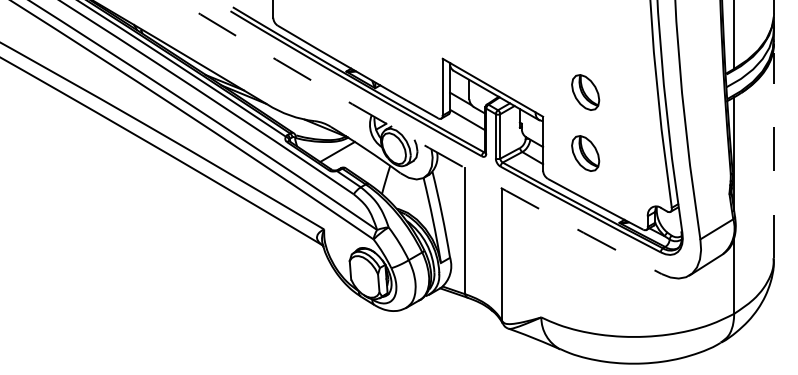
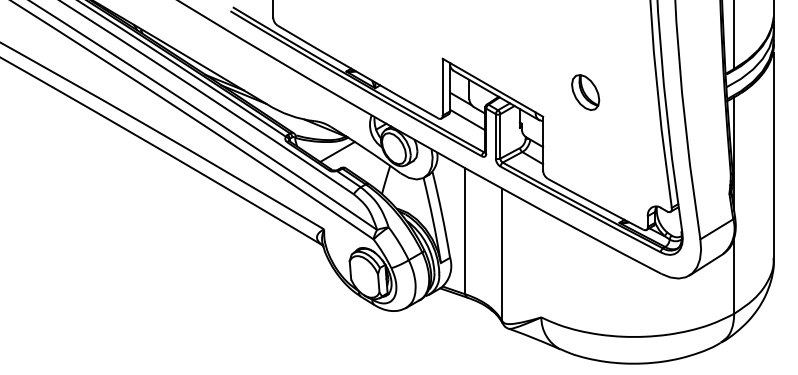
arc at (417, 141): dashed -> solid
part at (585, 153): present -> none
line at (774, 155): dashed -> solid
